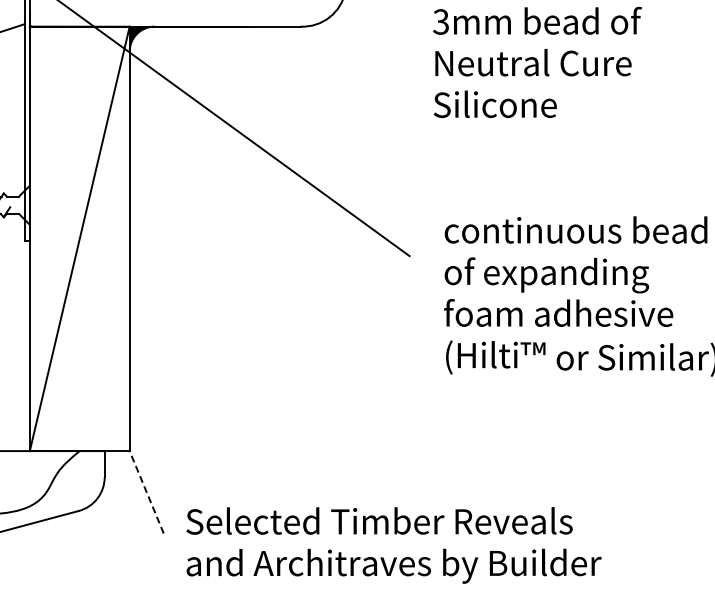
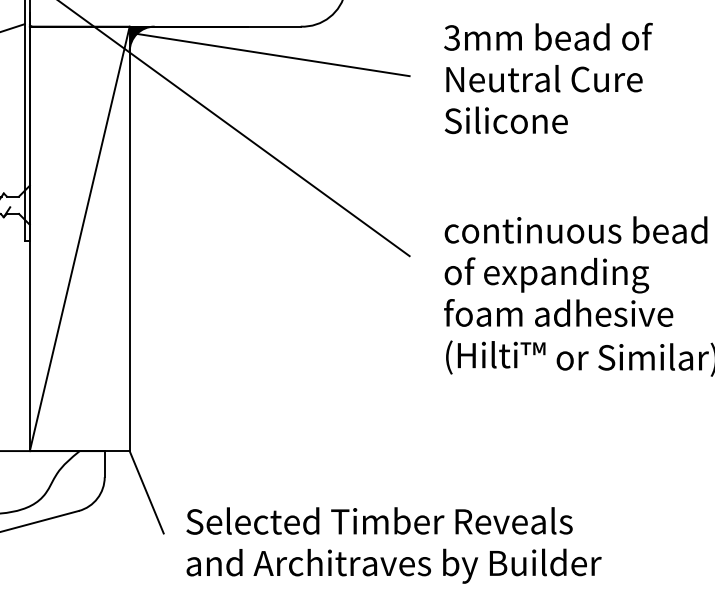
line at (272, 54): none -> present
text at (537, 62) position: (537, 62) -> (548, 78)
line at (146, 492): dashed -> solid
